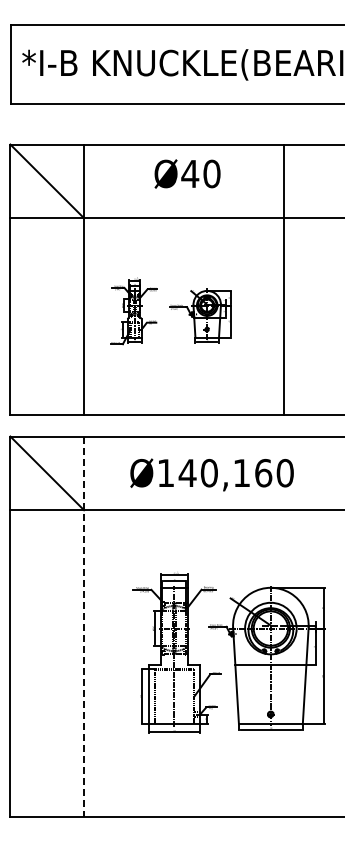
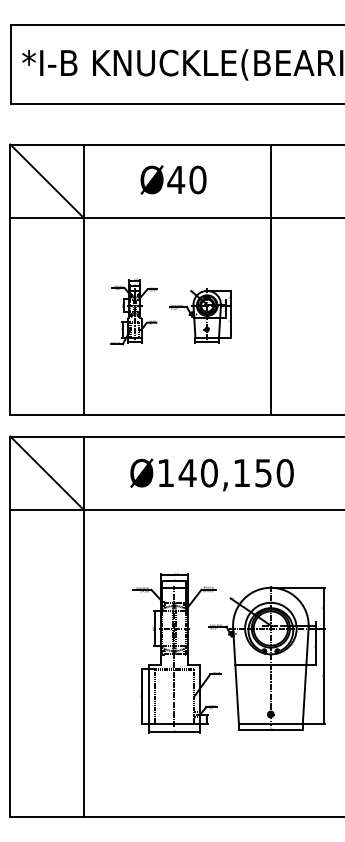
text at (187, 173) position: (187, 173) -> (173, 179)
line at (283, 279) position: (283, 279) -> (270, 279)
text at (263, 472): Ø140,160 -> Ø140,150
line at (84, 627): dashed -> solid
